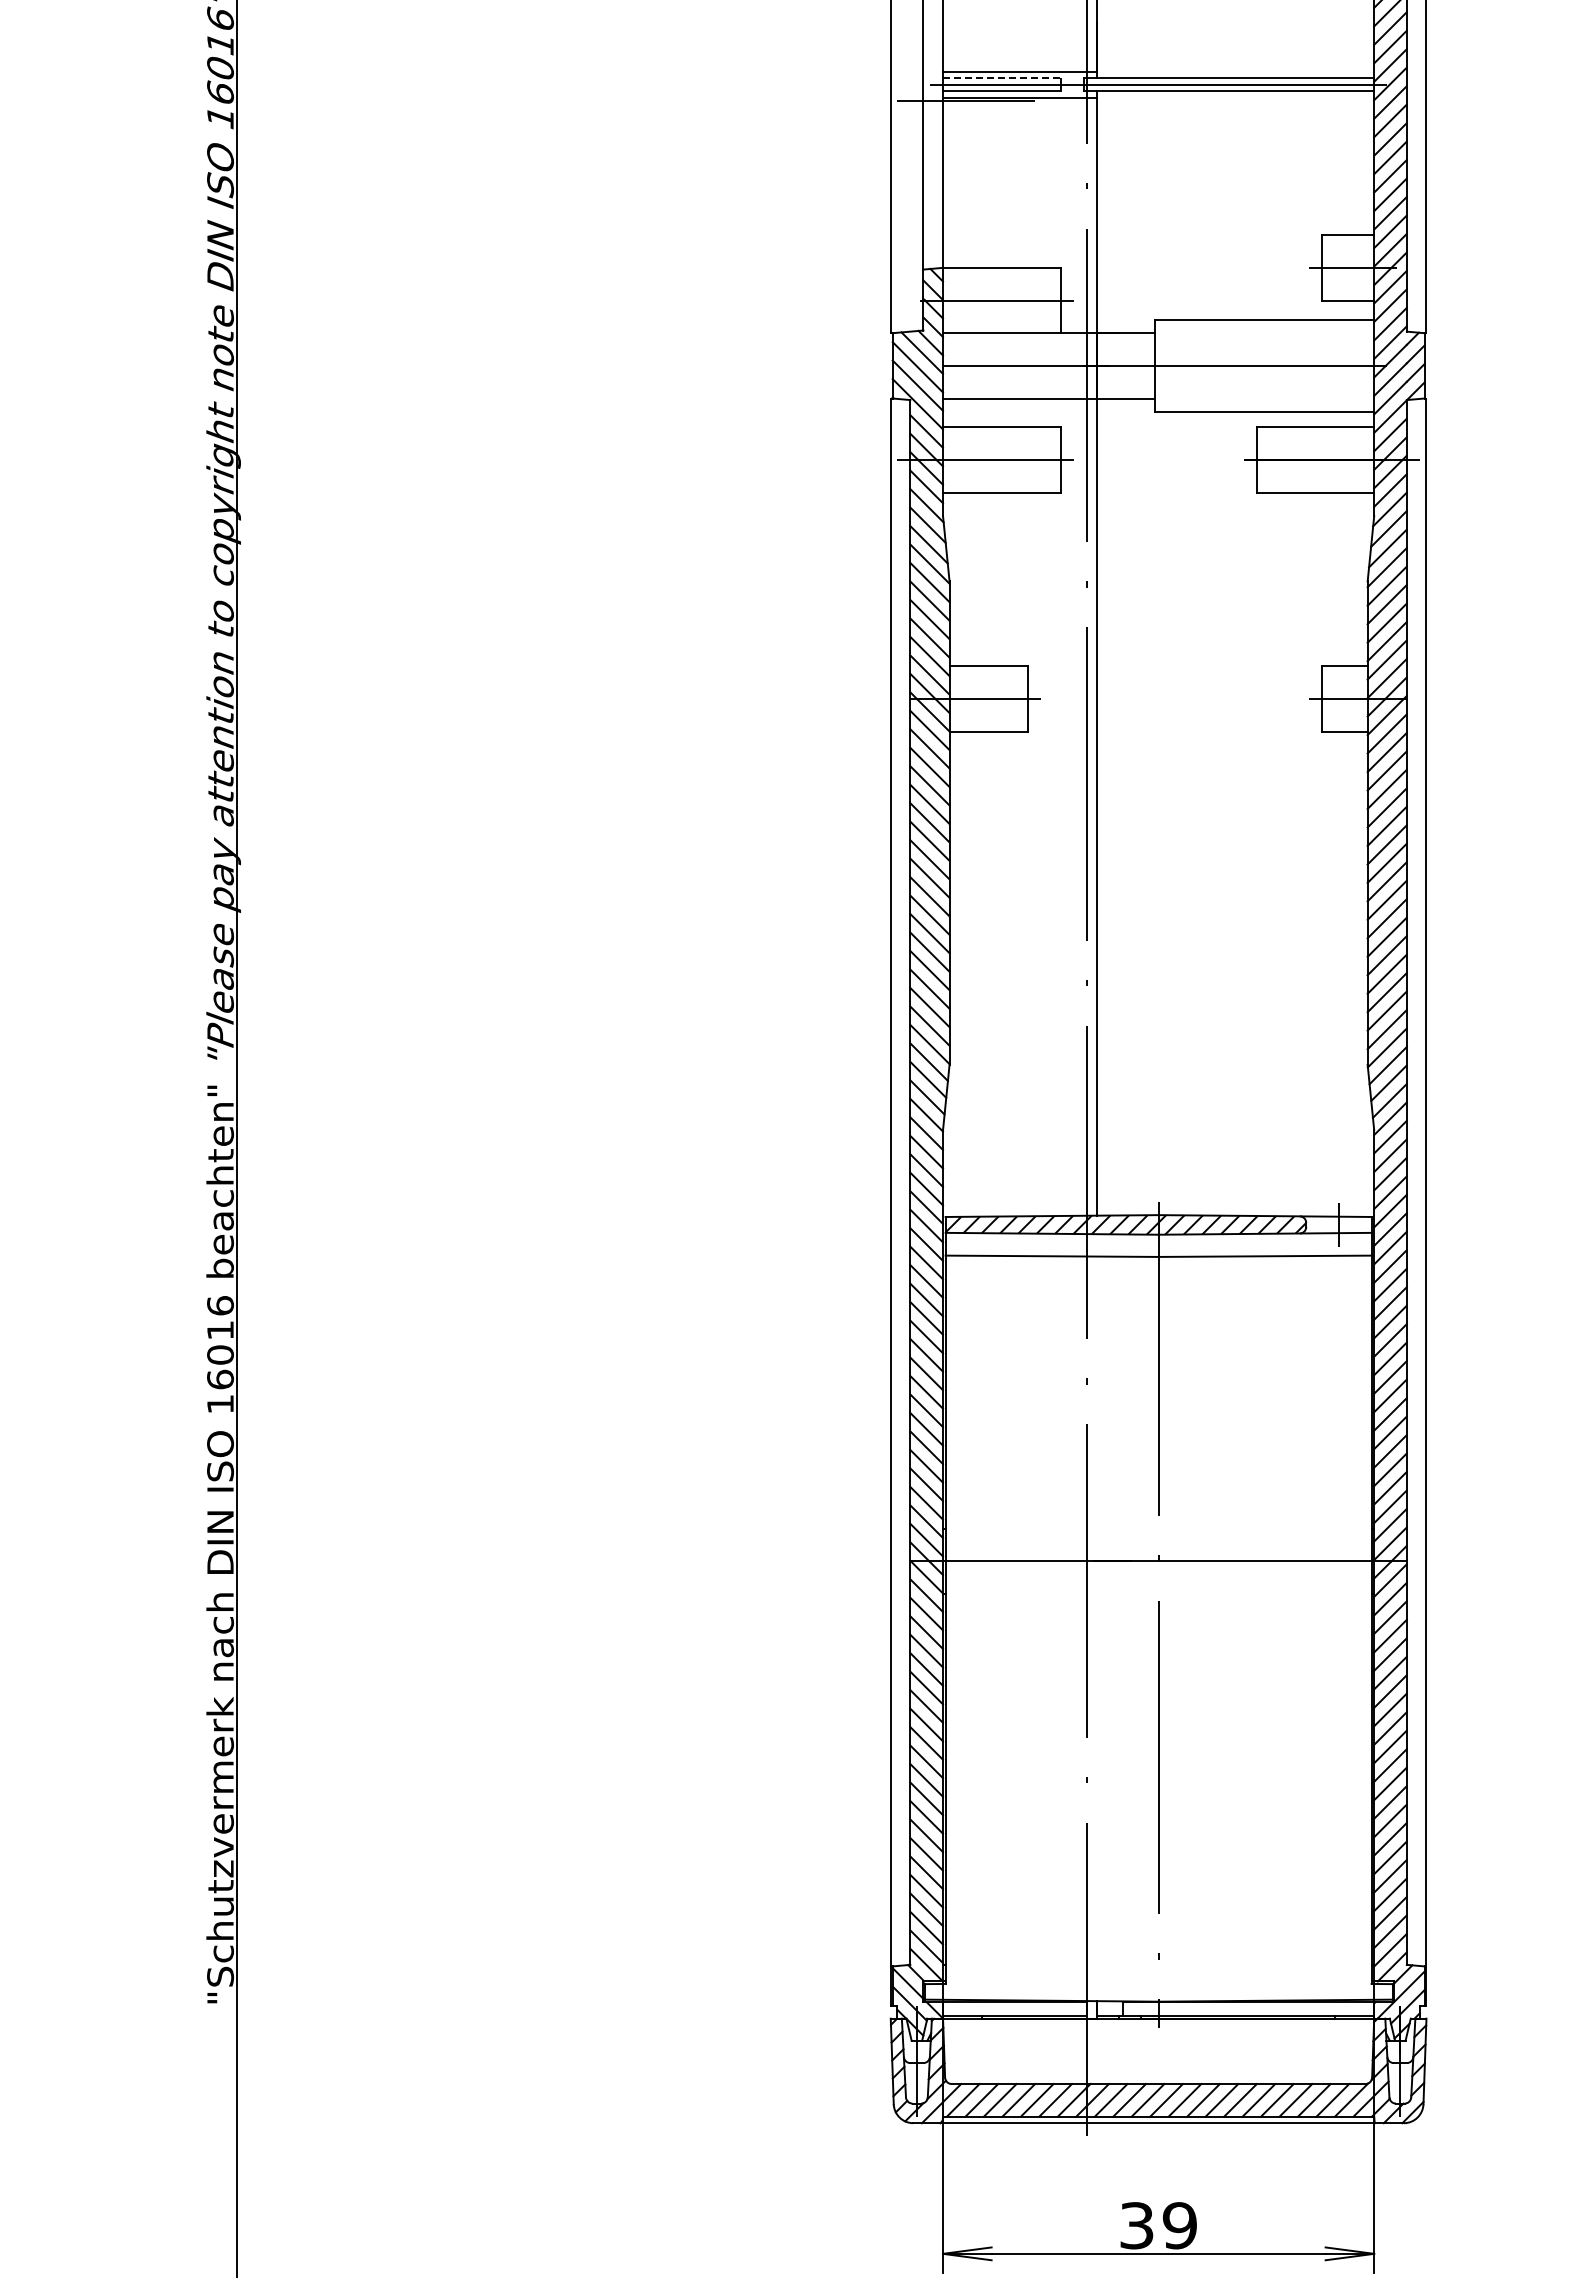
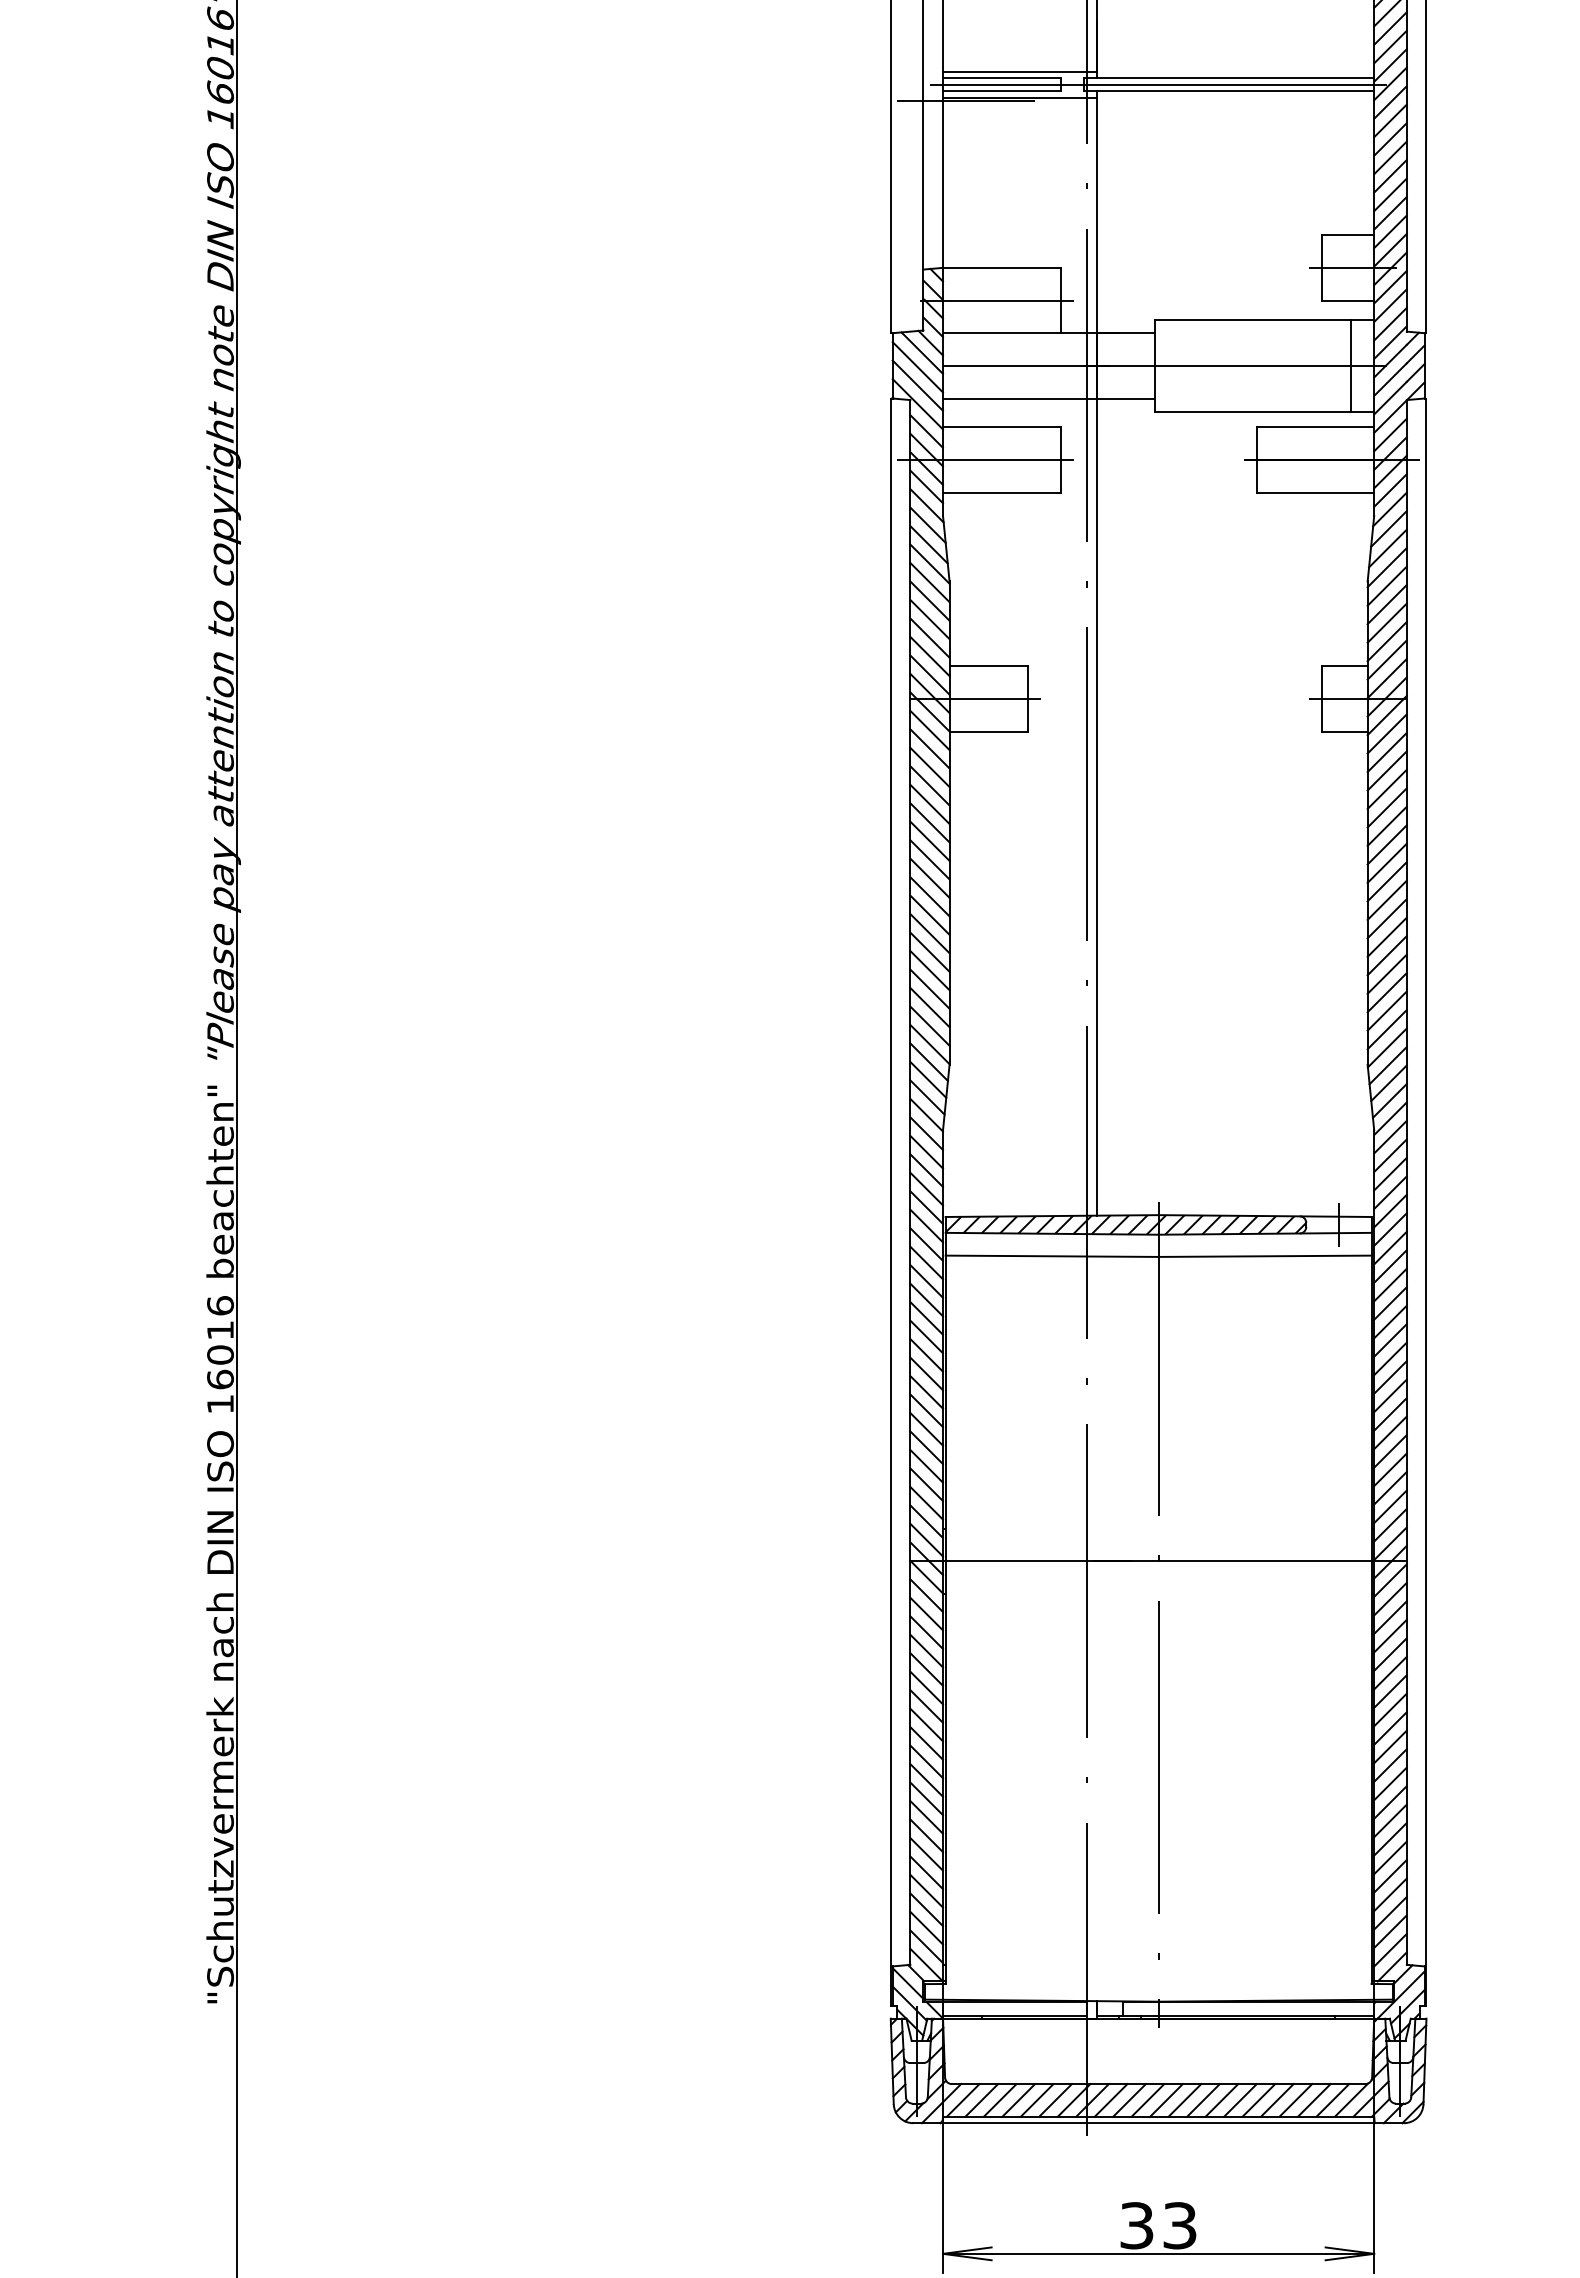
line at (1001, 78): dashed -> solid
line at (1350, 365): none -> present
text at (1179, 2225): 39 -> 33
